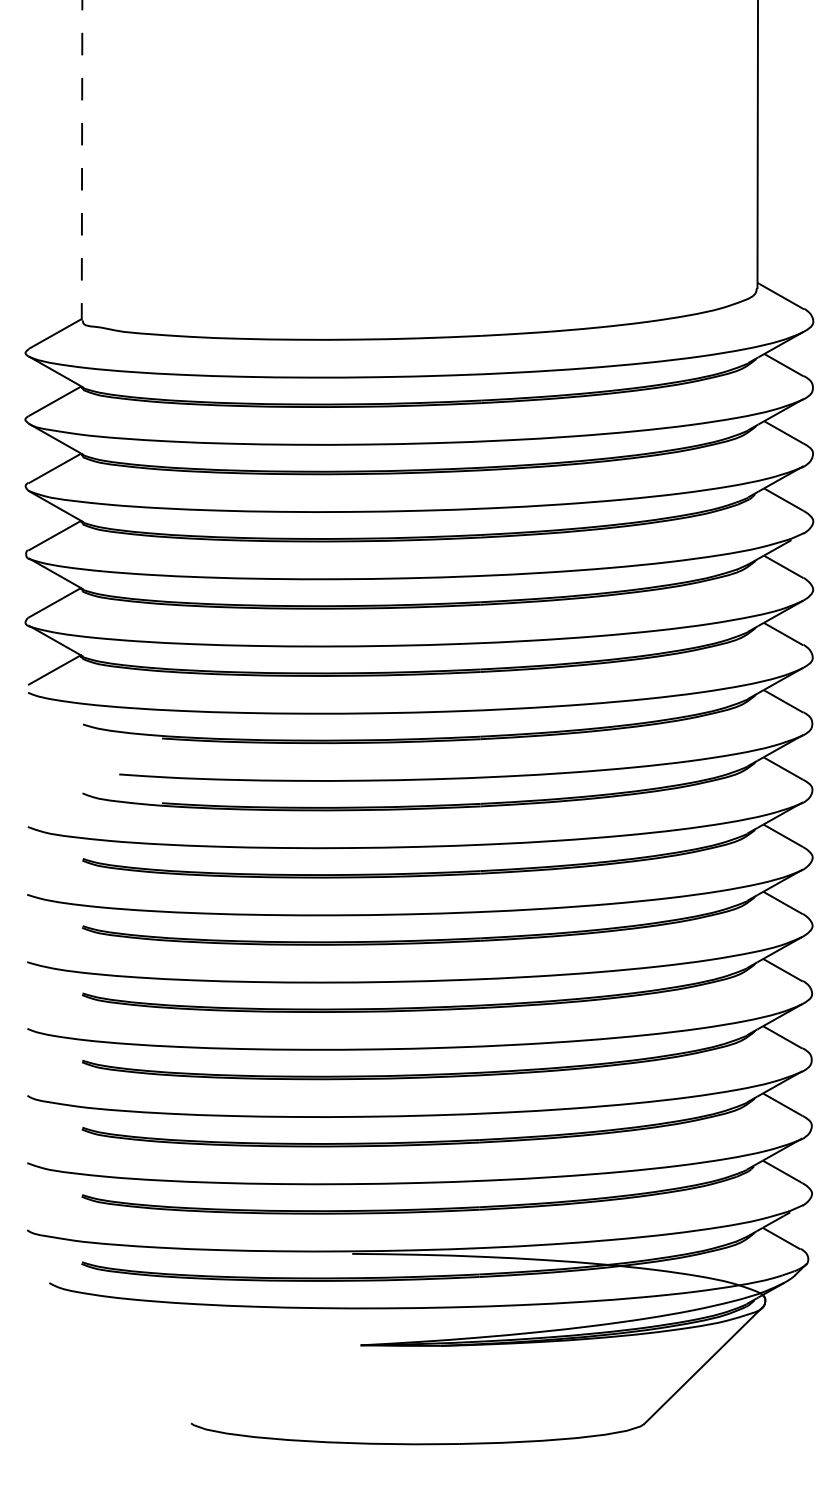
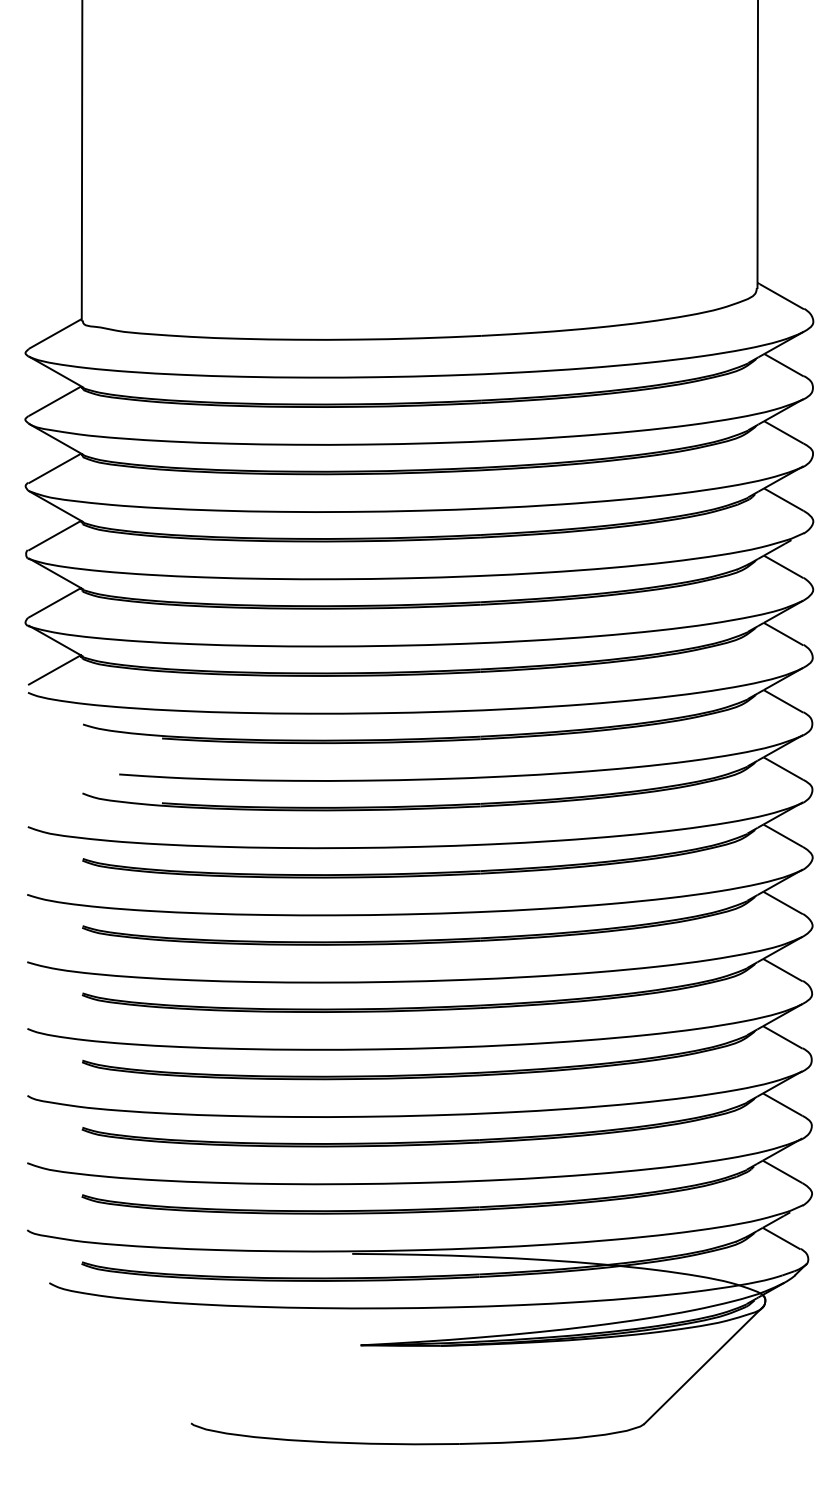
line at (82, 160): dashed -> solid
